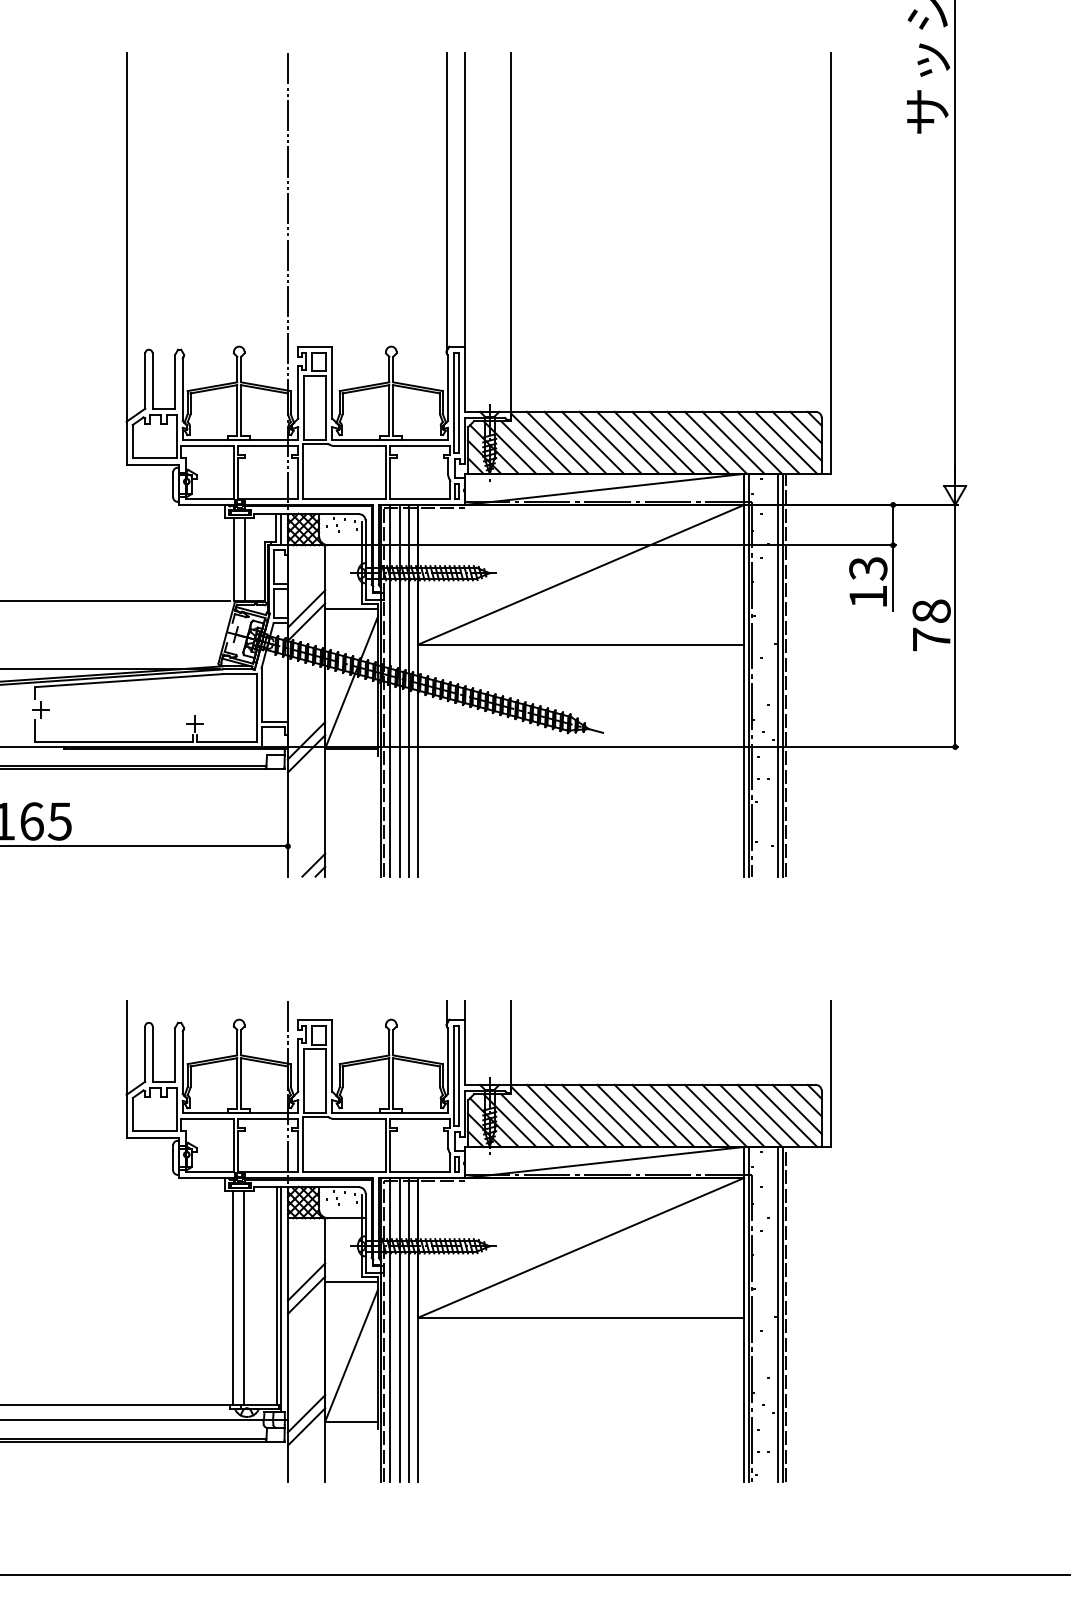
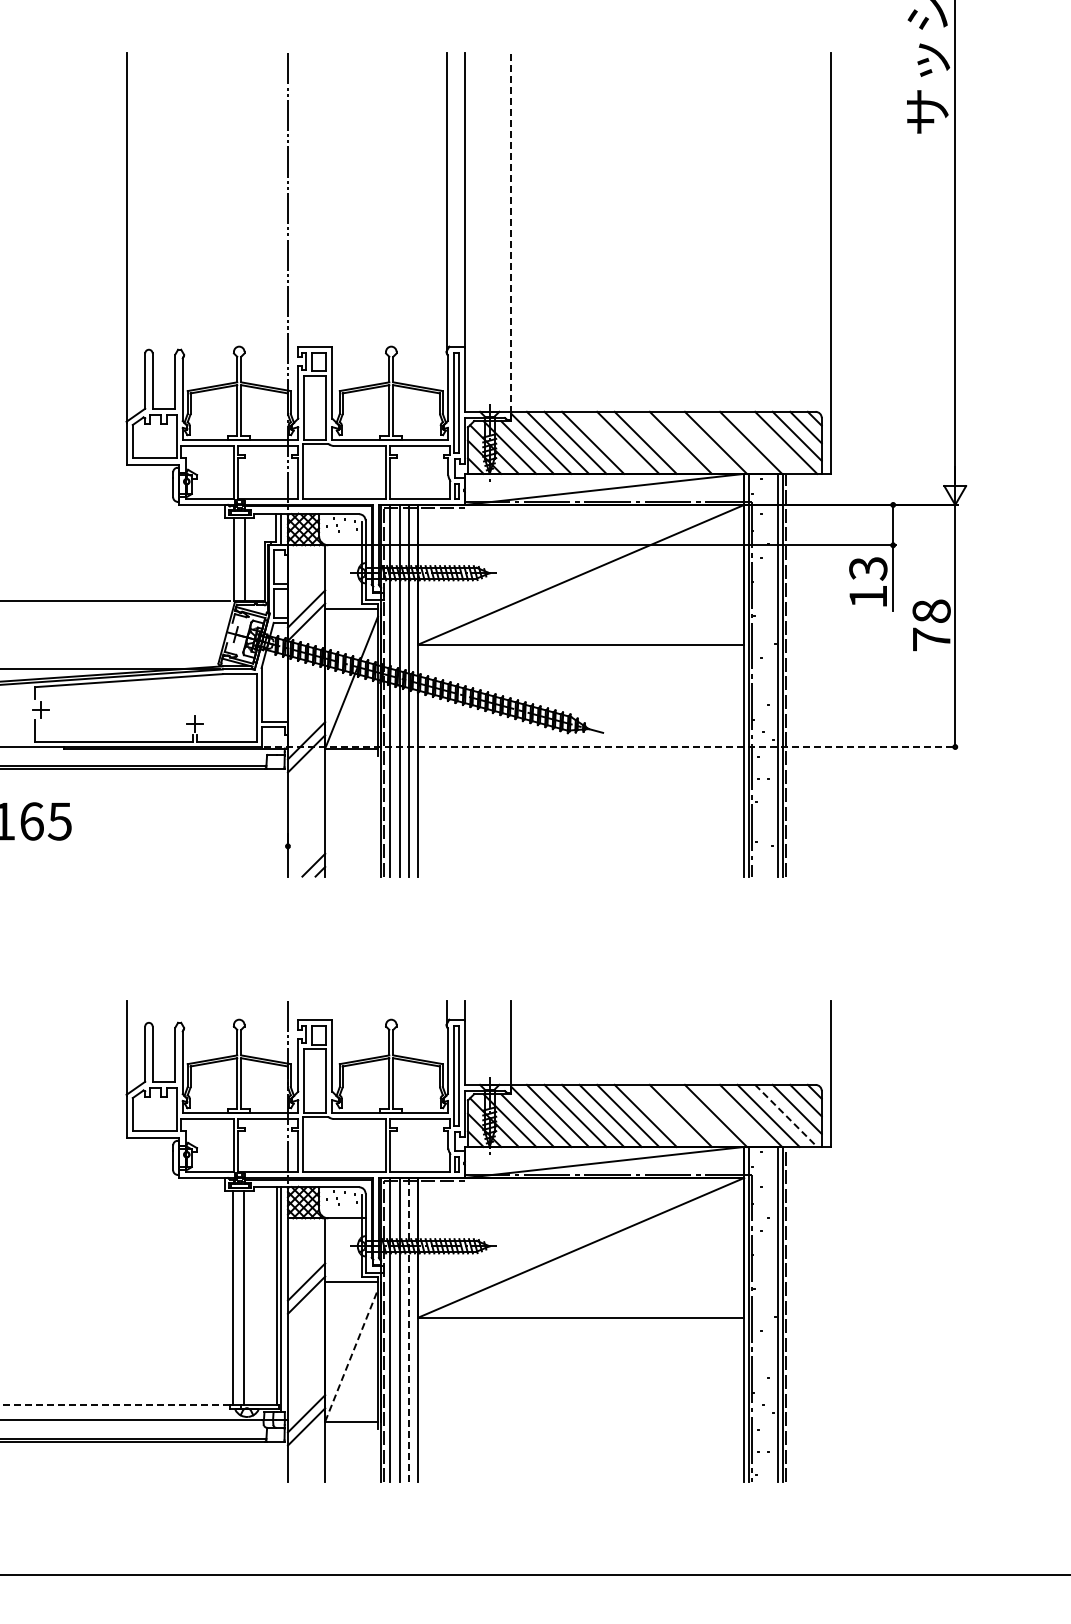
line at (511, 232): solid -> dashed
line at (610, 442): present -> none
line at (663, 442): present -> none
line at (698, 442): present -> none
line at (733, 442): present -> none
line at (768, 442): present -> none
line at (611, 747): solid -> dashed
line at (144, 846): present -> none
line at (663, 1115): present -> none
line at (698, 1115): present -> none
line at (733, 1115): present -> none
line at (786, 1115): solid -> dashed
line at (409, 1330): solid -> dashed
line at (351, 1355): solid -> dashed
line at (114, 1404): solid -> dashed
